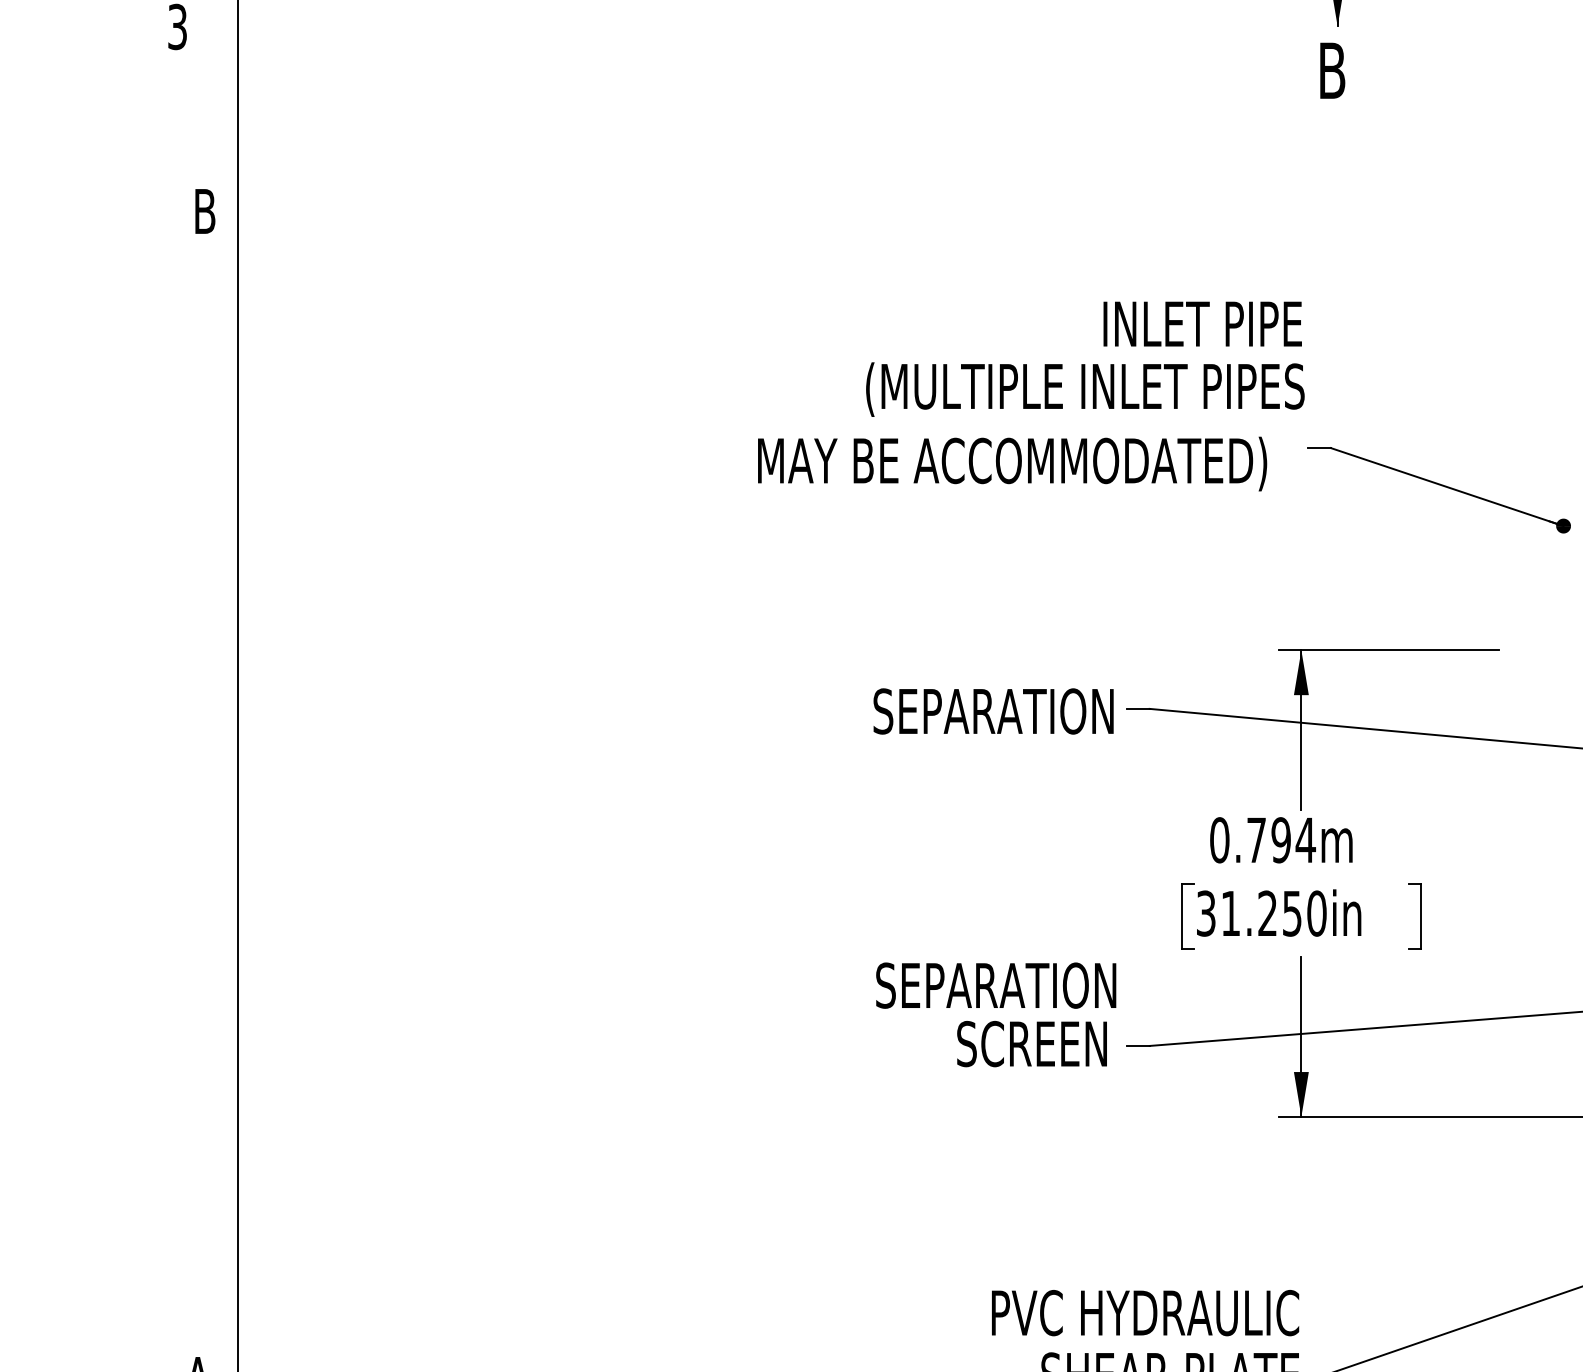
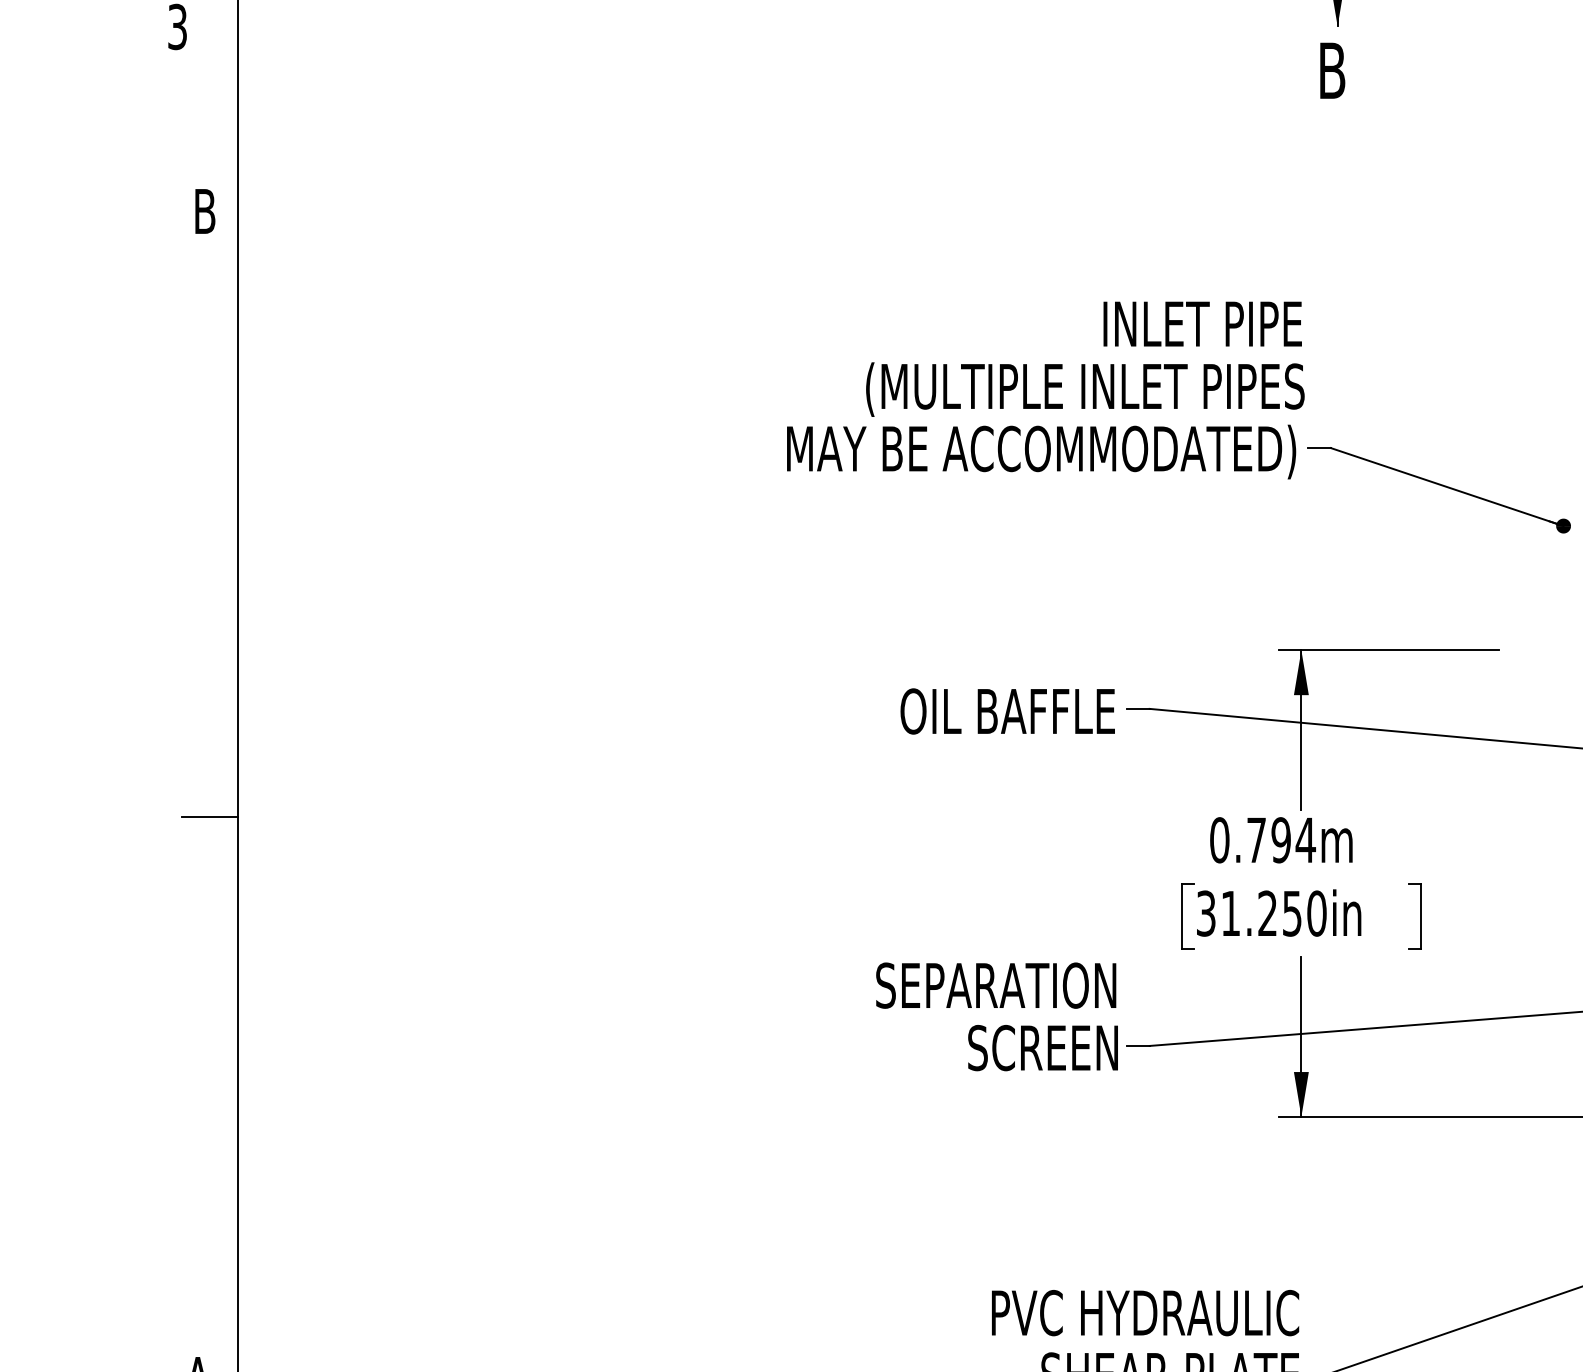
text at (1012, 463) position: (1012, 463) -> (1041, 451)
text at (993, 711): SEPARATION -> OIL BAFFLE
line at (209, 817): none -> present
text at (1031, 1044) position: (1031, 1044) -> (1042, 1048)
